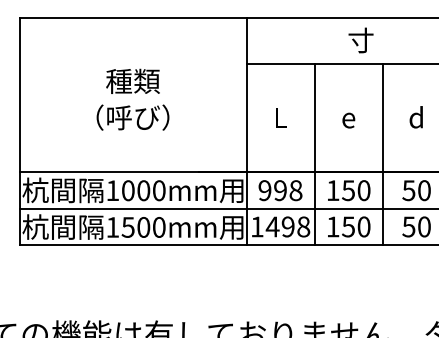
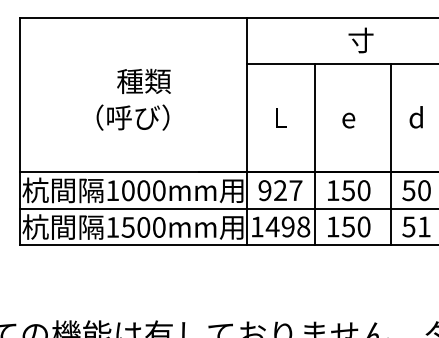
text at (132, 80) position: (132, 80) -> (143, 80)
line at (382, 154) position: (382, 154) -> (390, 154)
text at (288, 190): 998 -> 927
text at (424, 226): 50 -> 51
